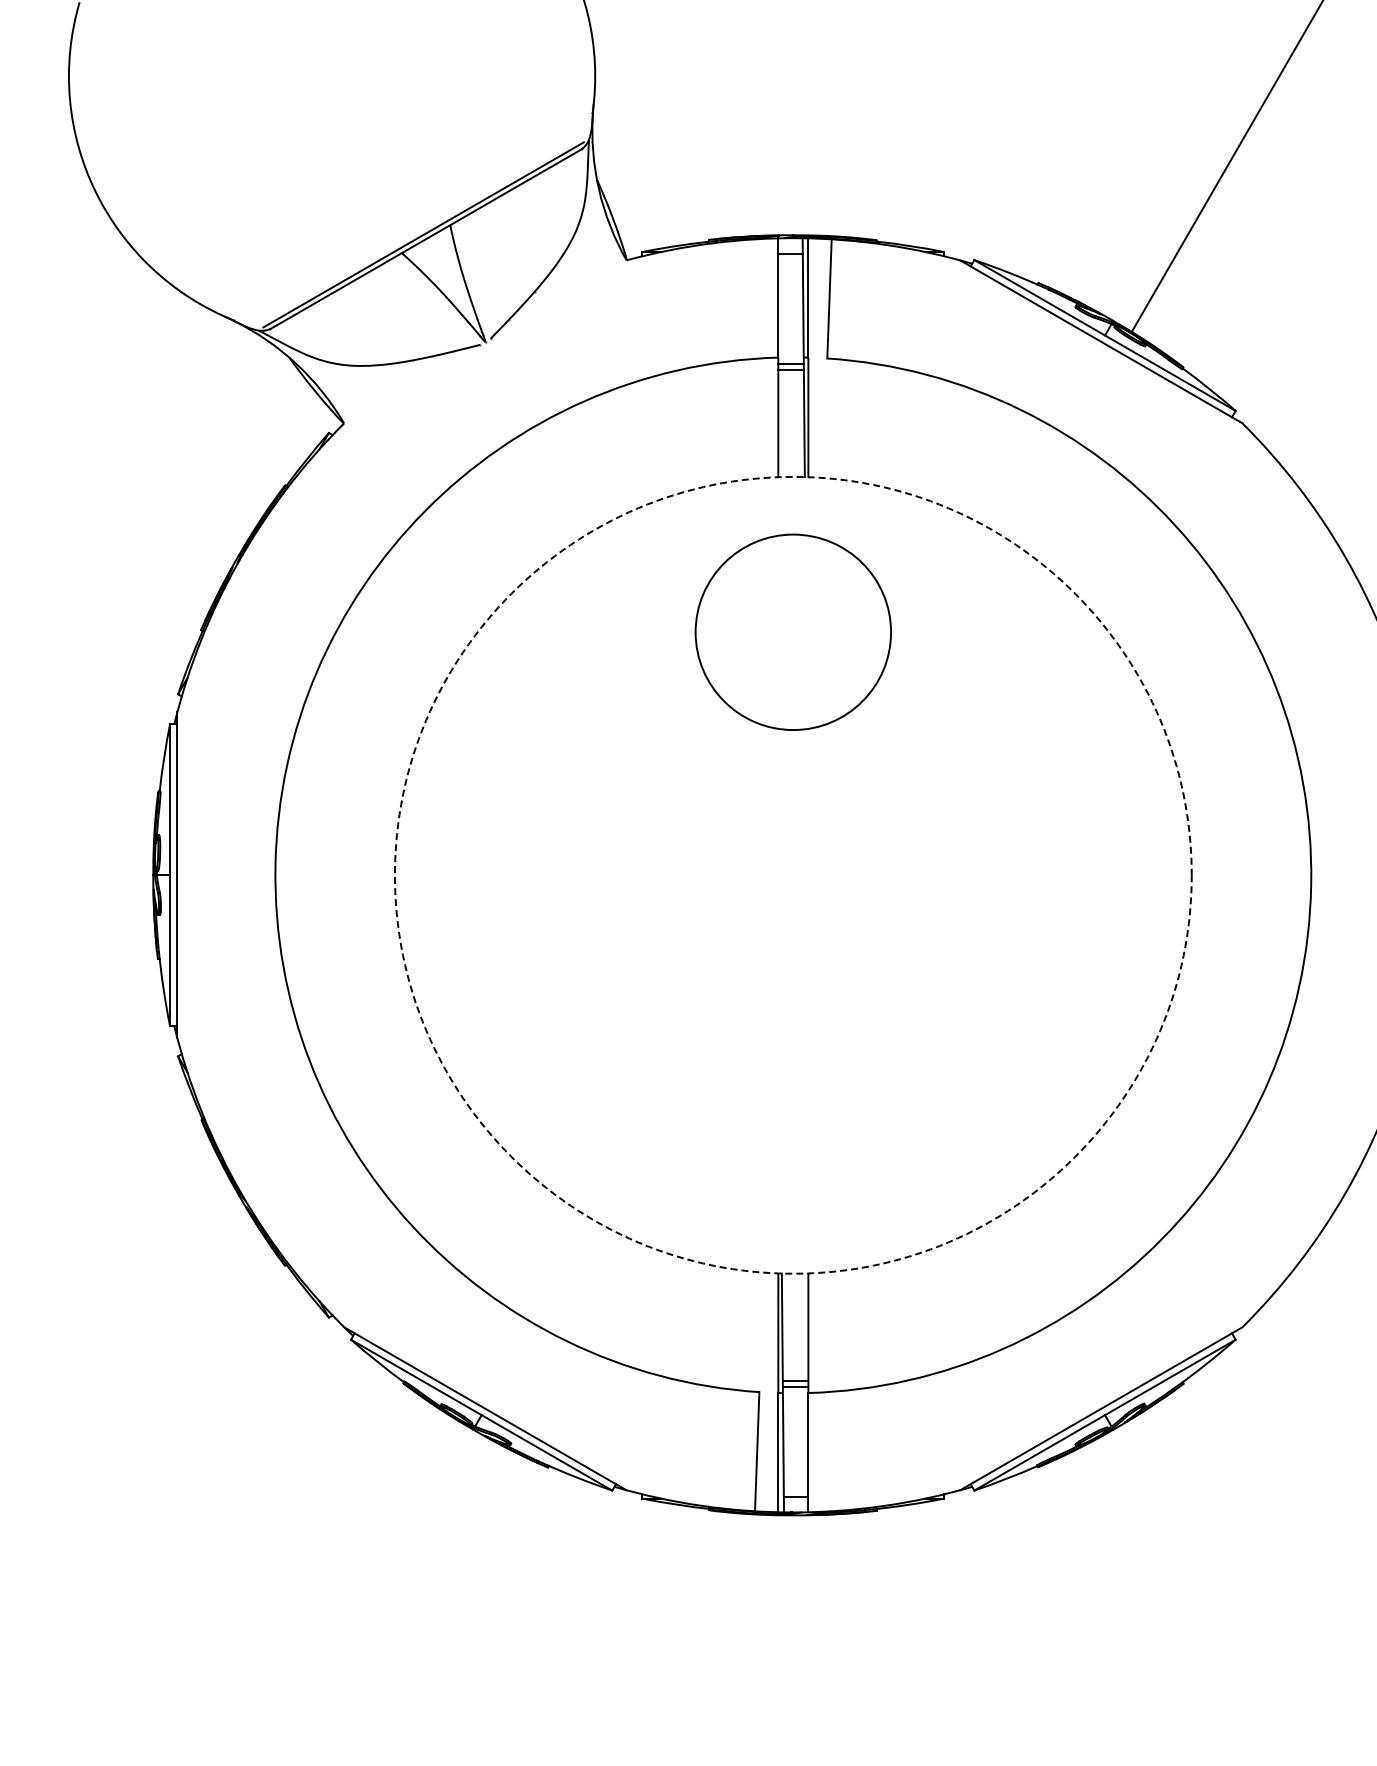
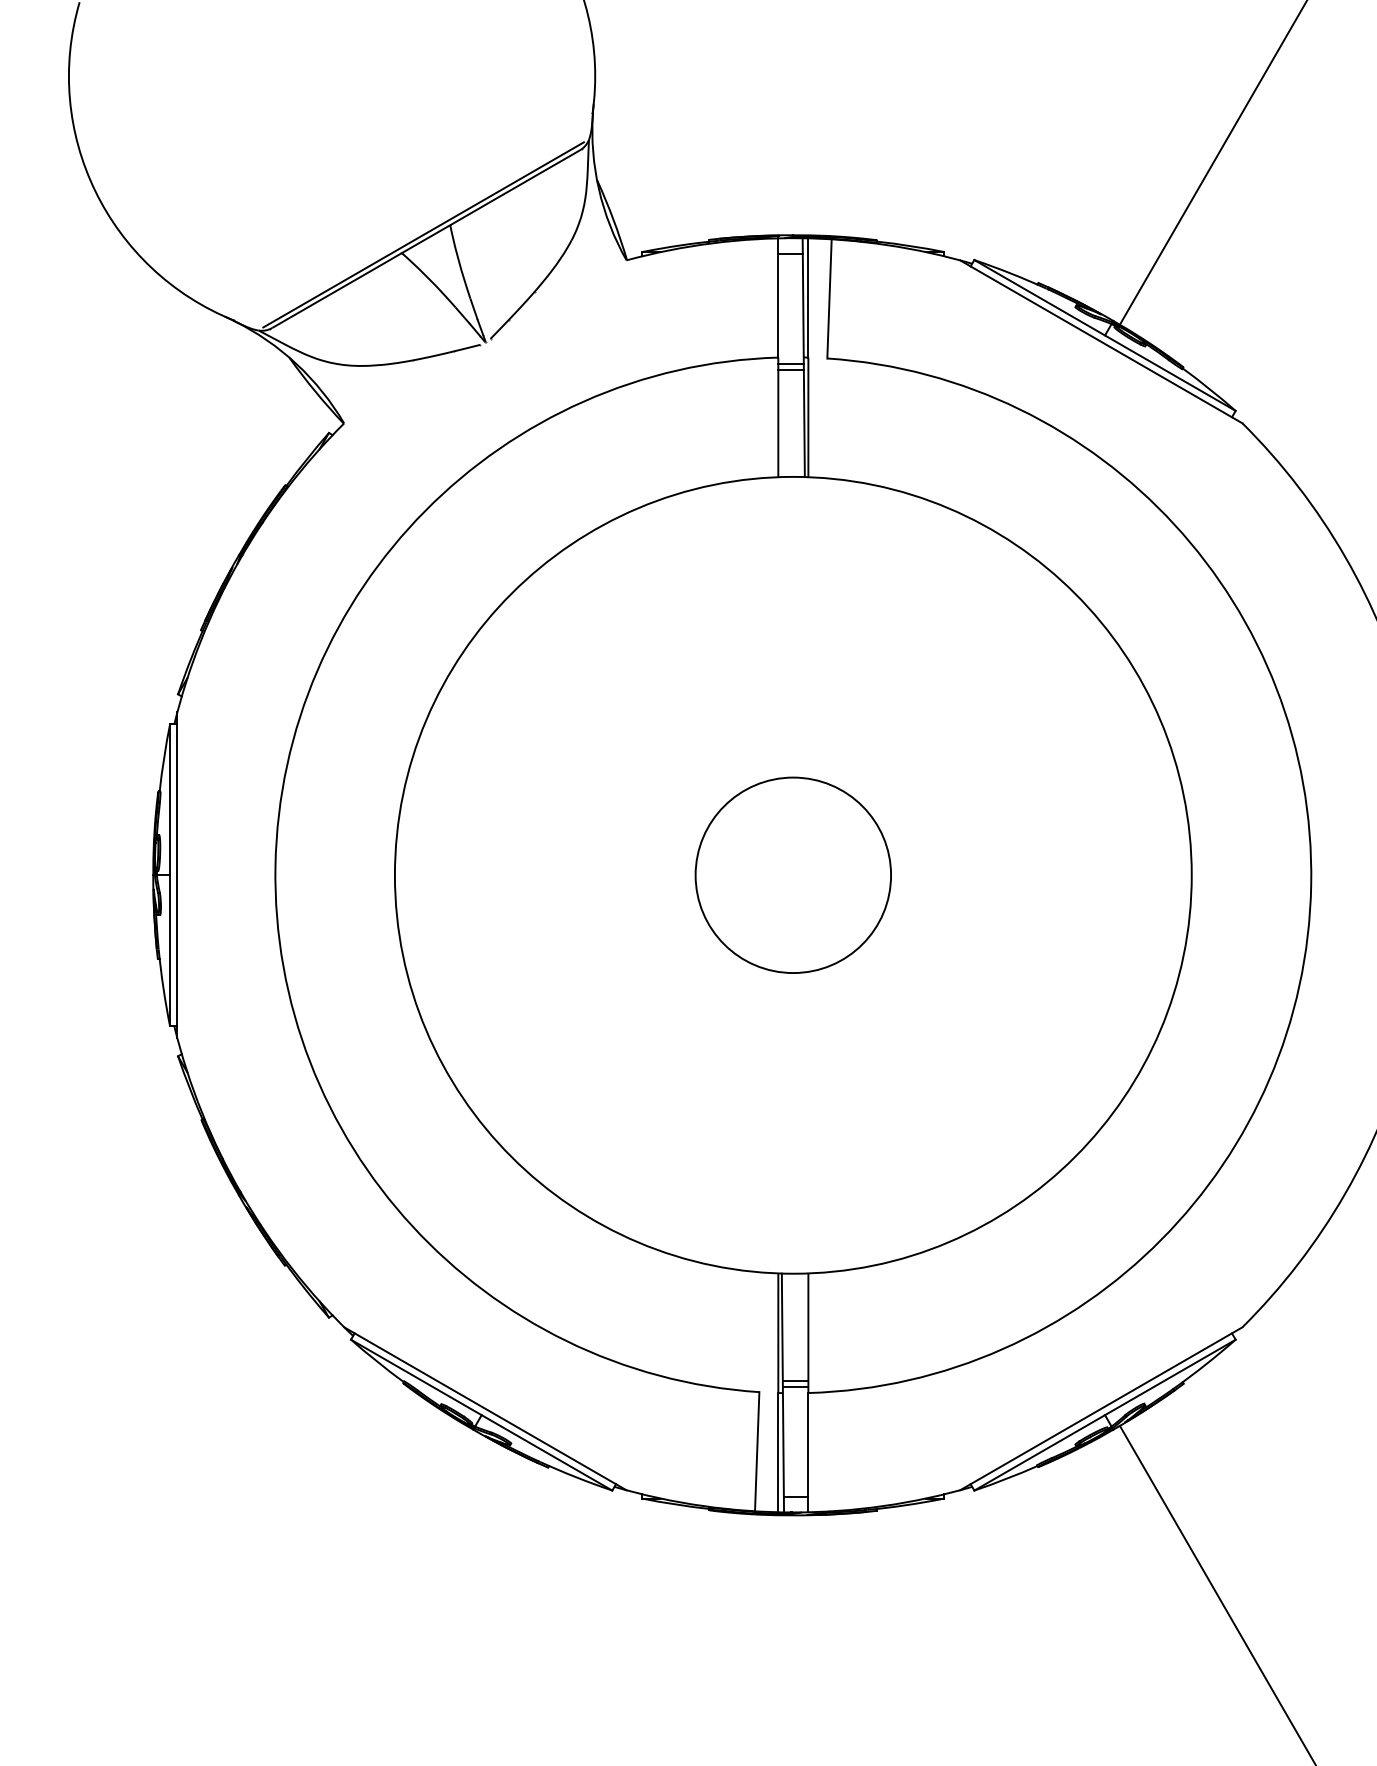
line at (1226, 166) position: (1226, 166) -> (1212, 163)
circle at (792, 631) position: (792, 631) -> (792, 874)
circle at (792, 874): dashed -> solid
line at (1216, 1593): none -> present
